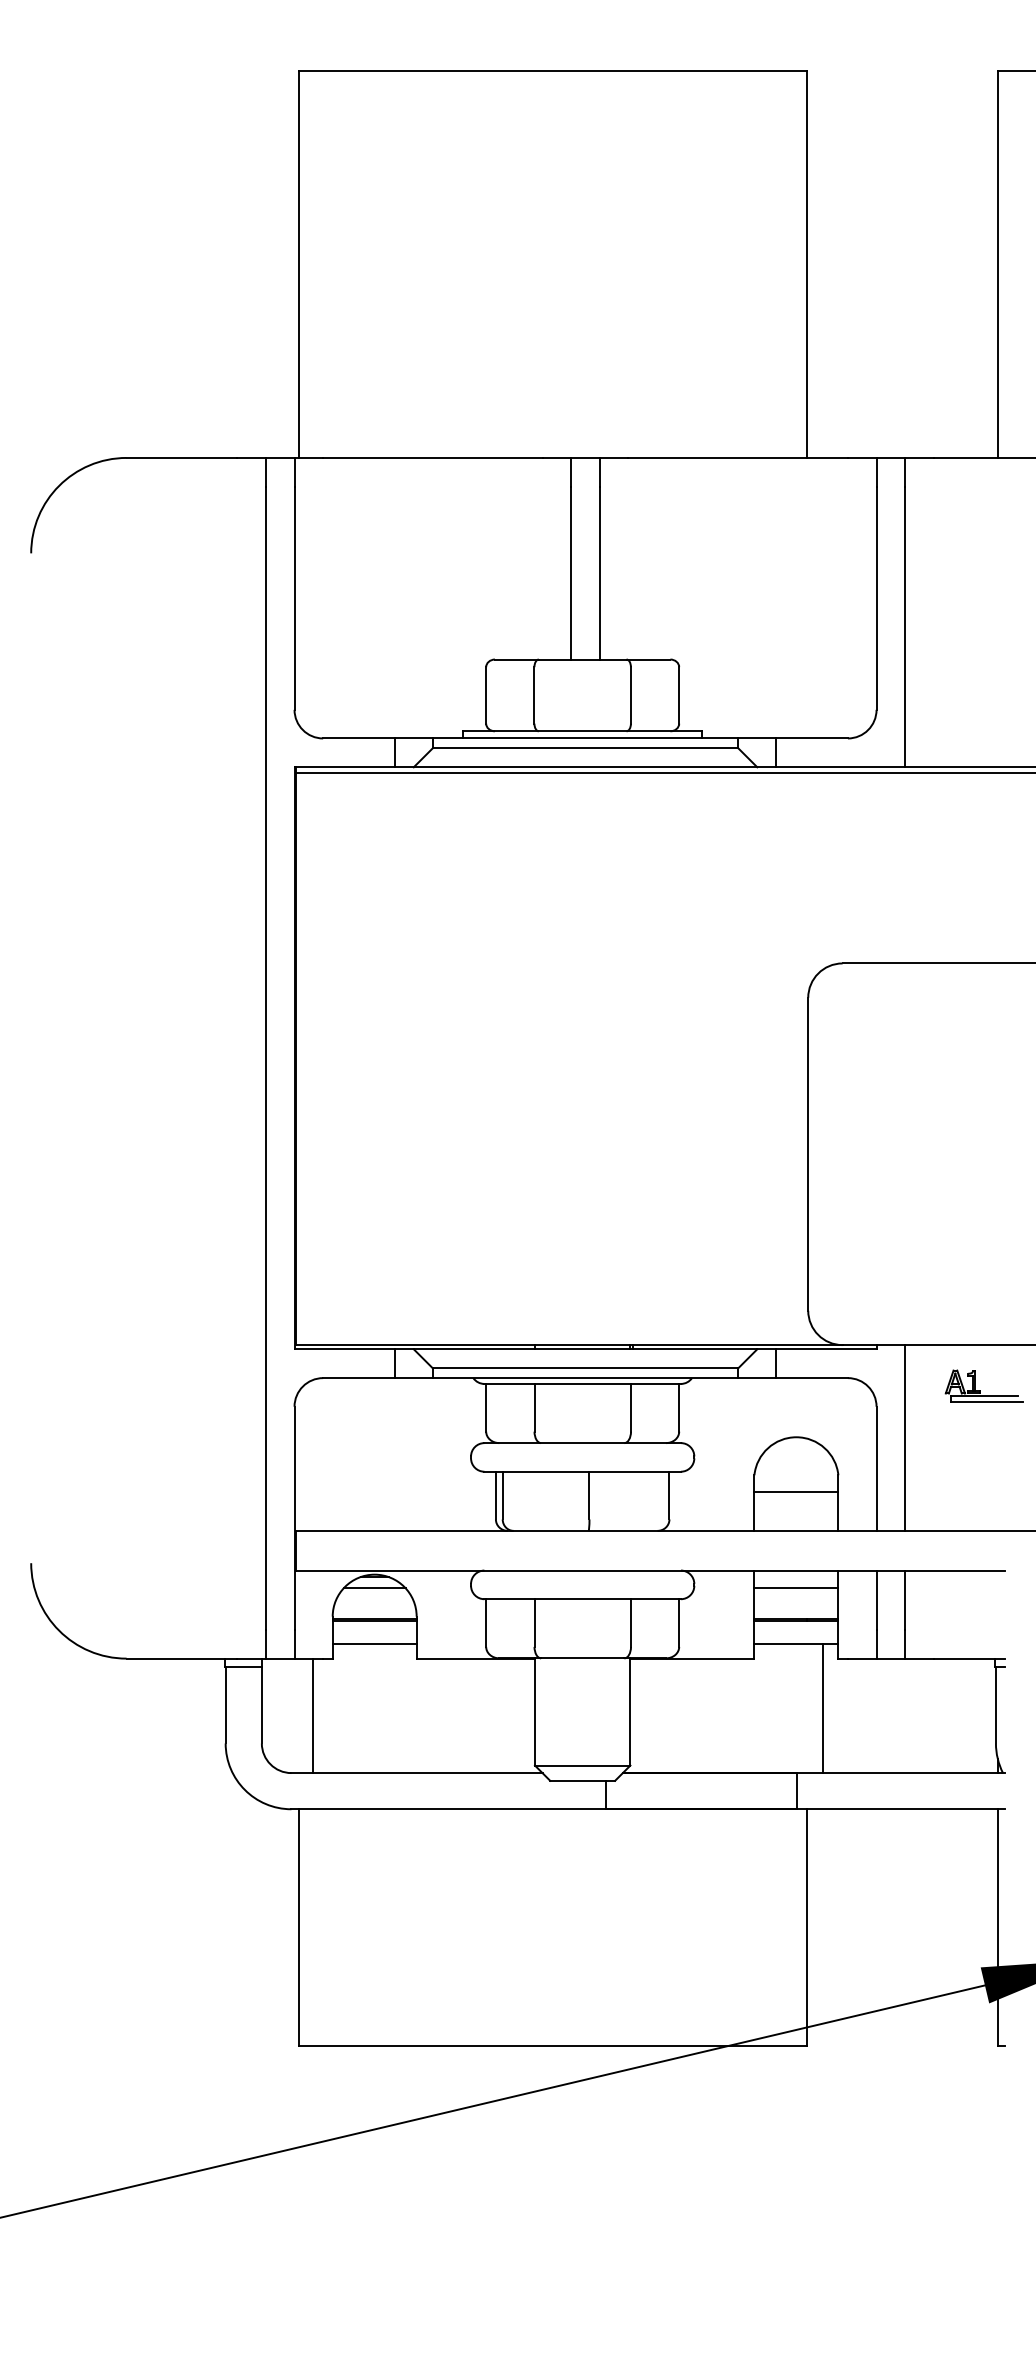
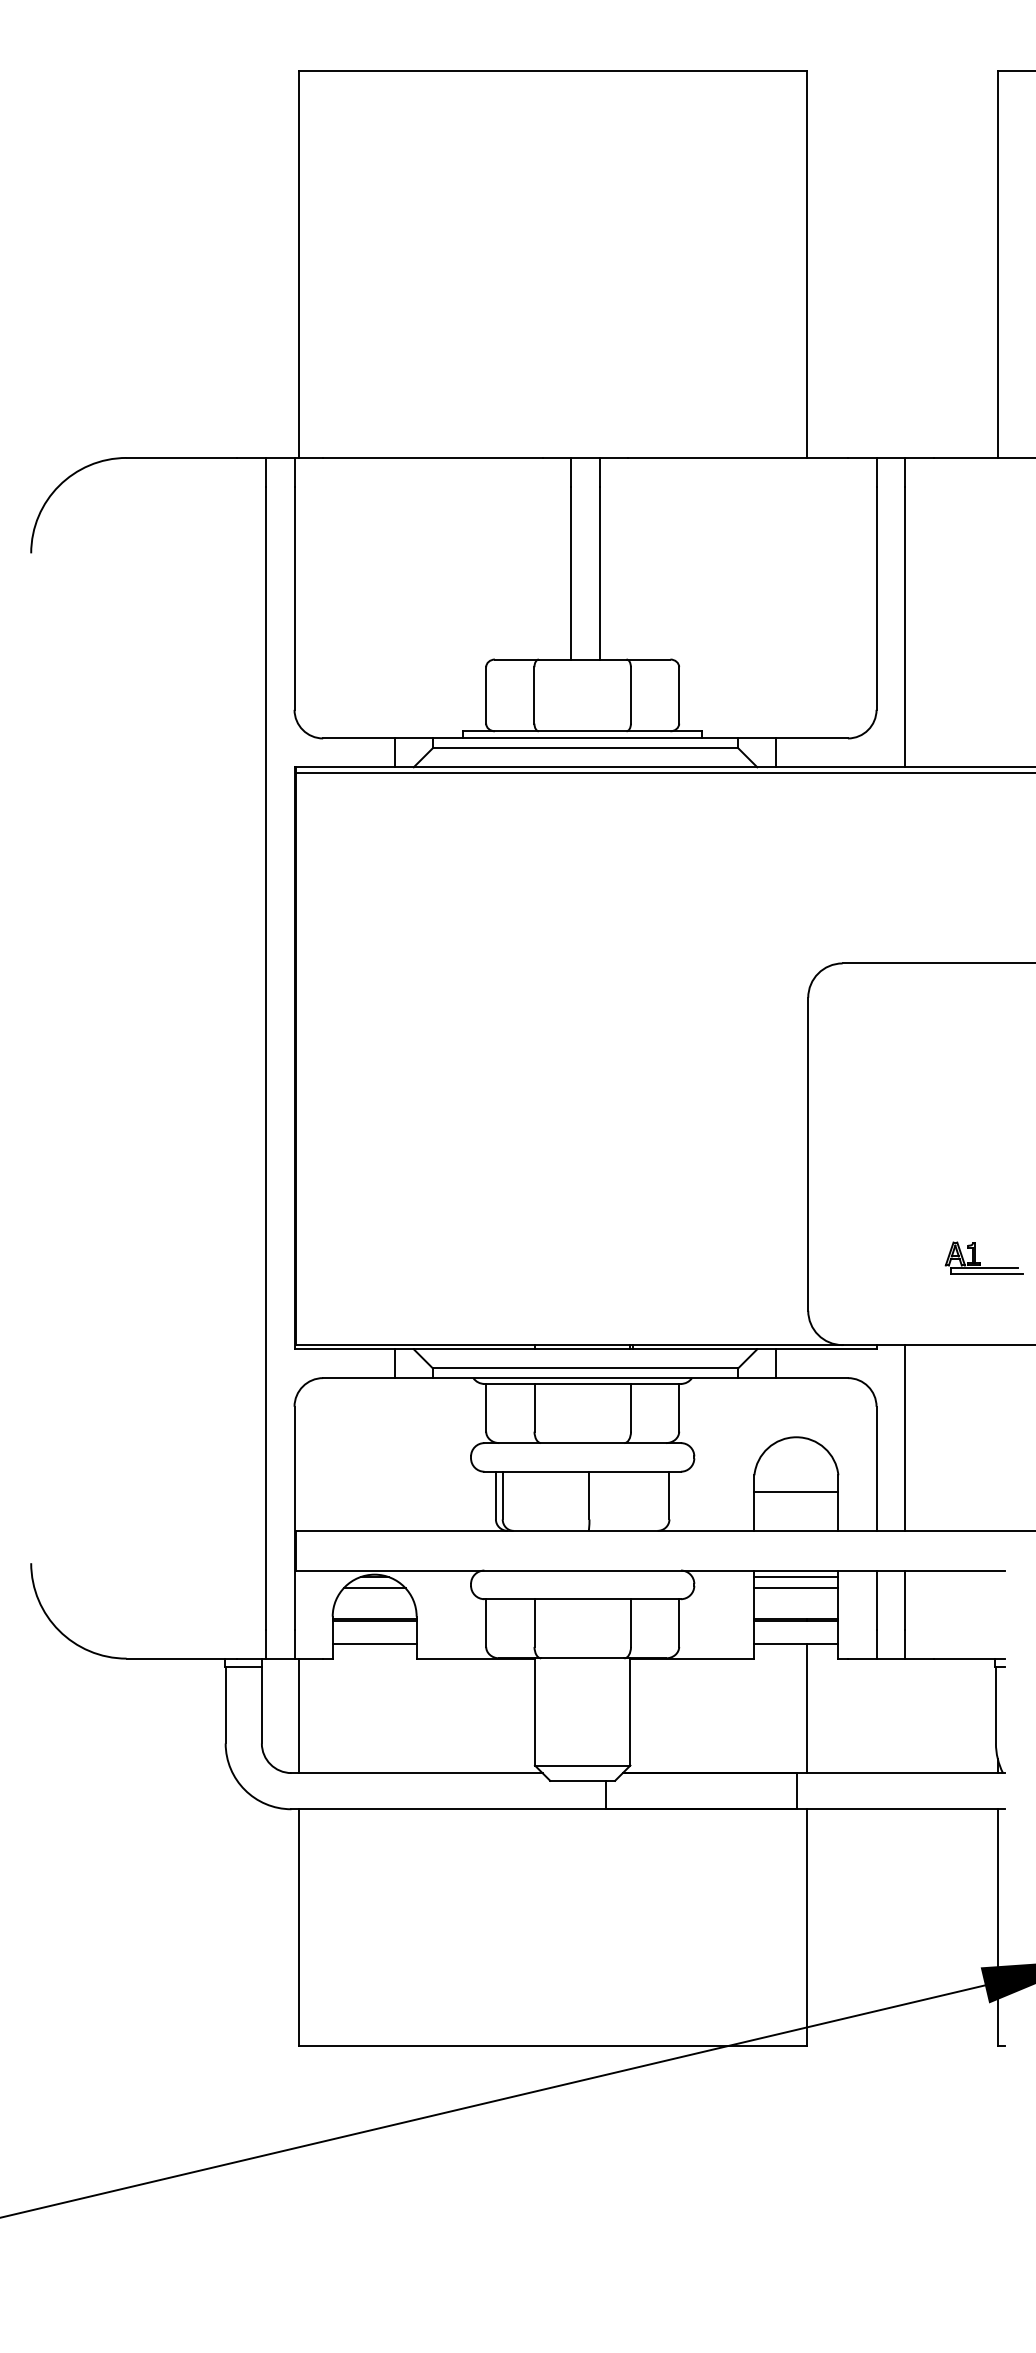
part at (983, 1385) position: (983, 1385) -> (983, 1257)
line at (796, 1577): none -> present
line at (822, 1708) position: (822, 1708) -> (806, 1708)
line at (313, 1715) position: (313, 1715) -> (299, 1715)
